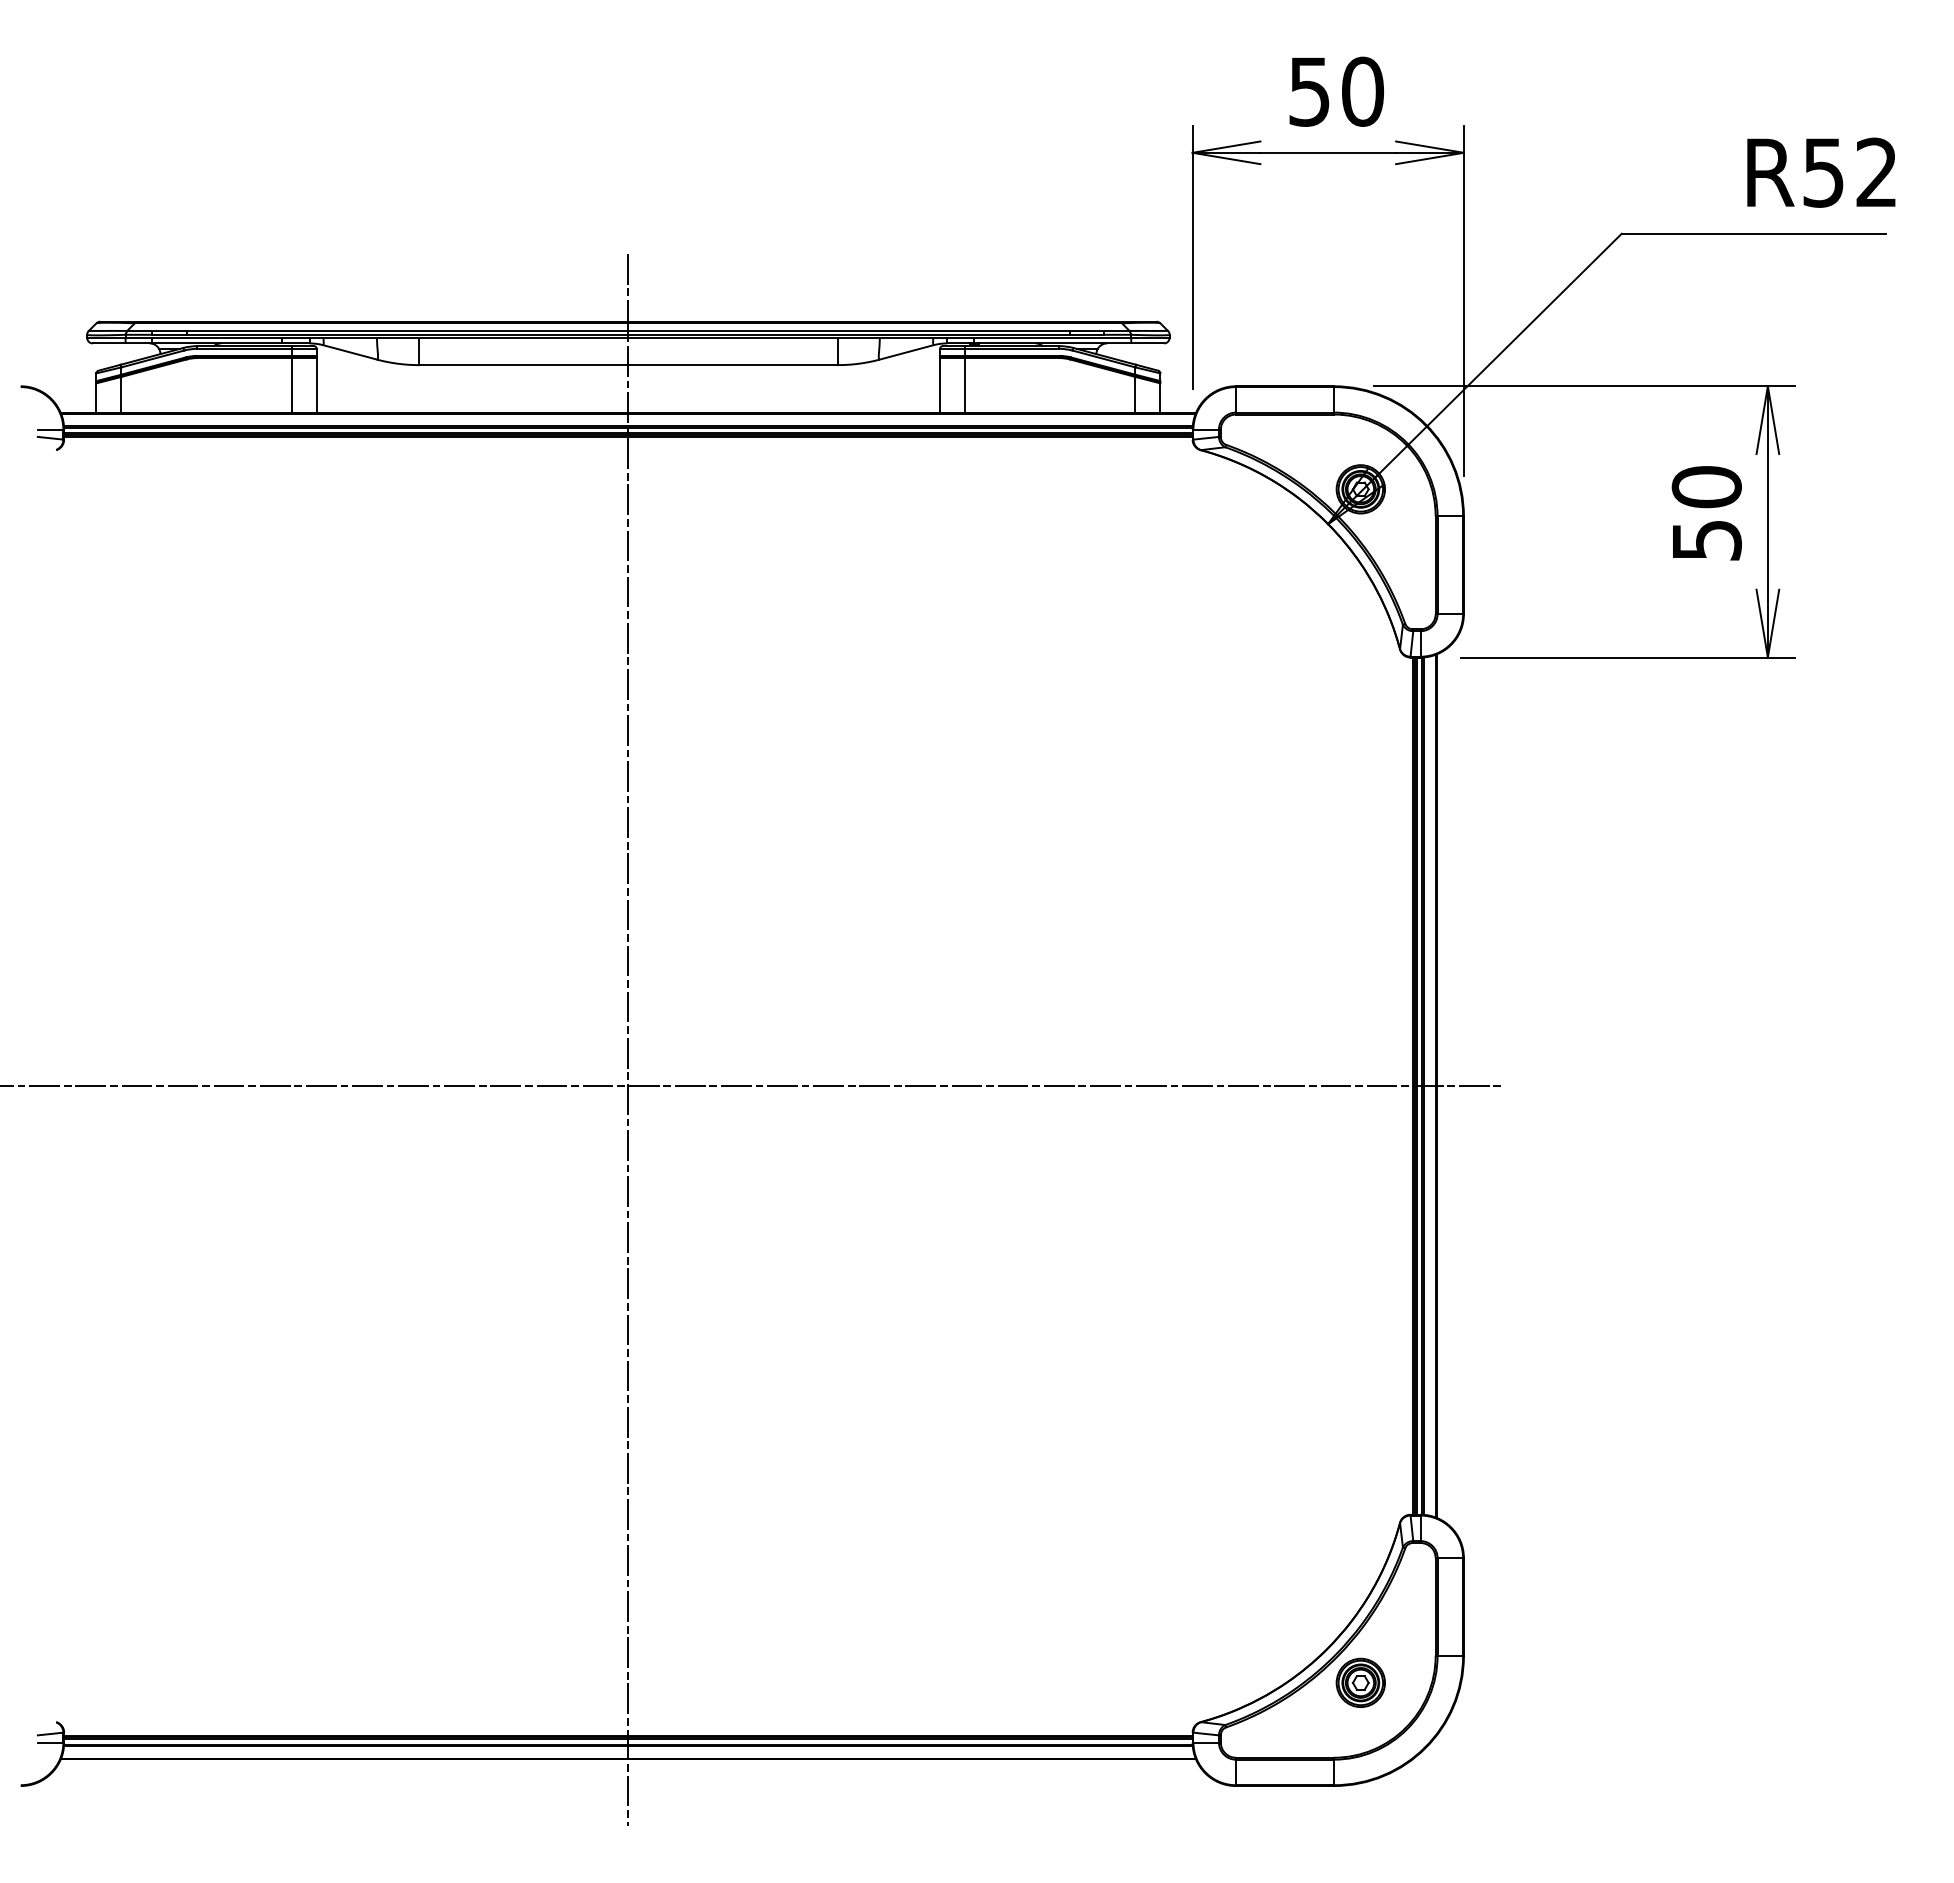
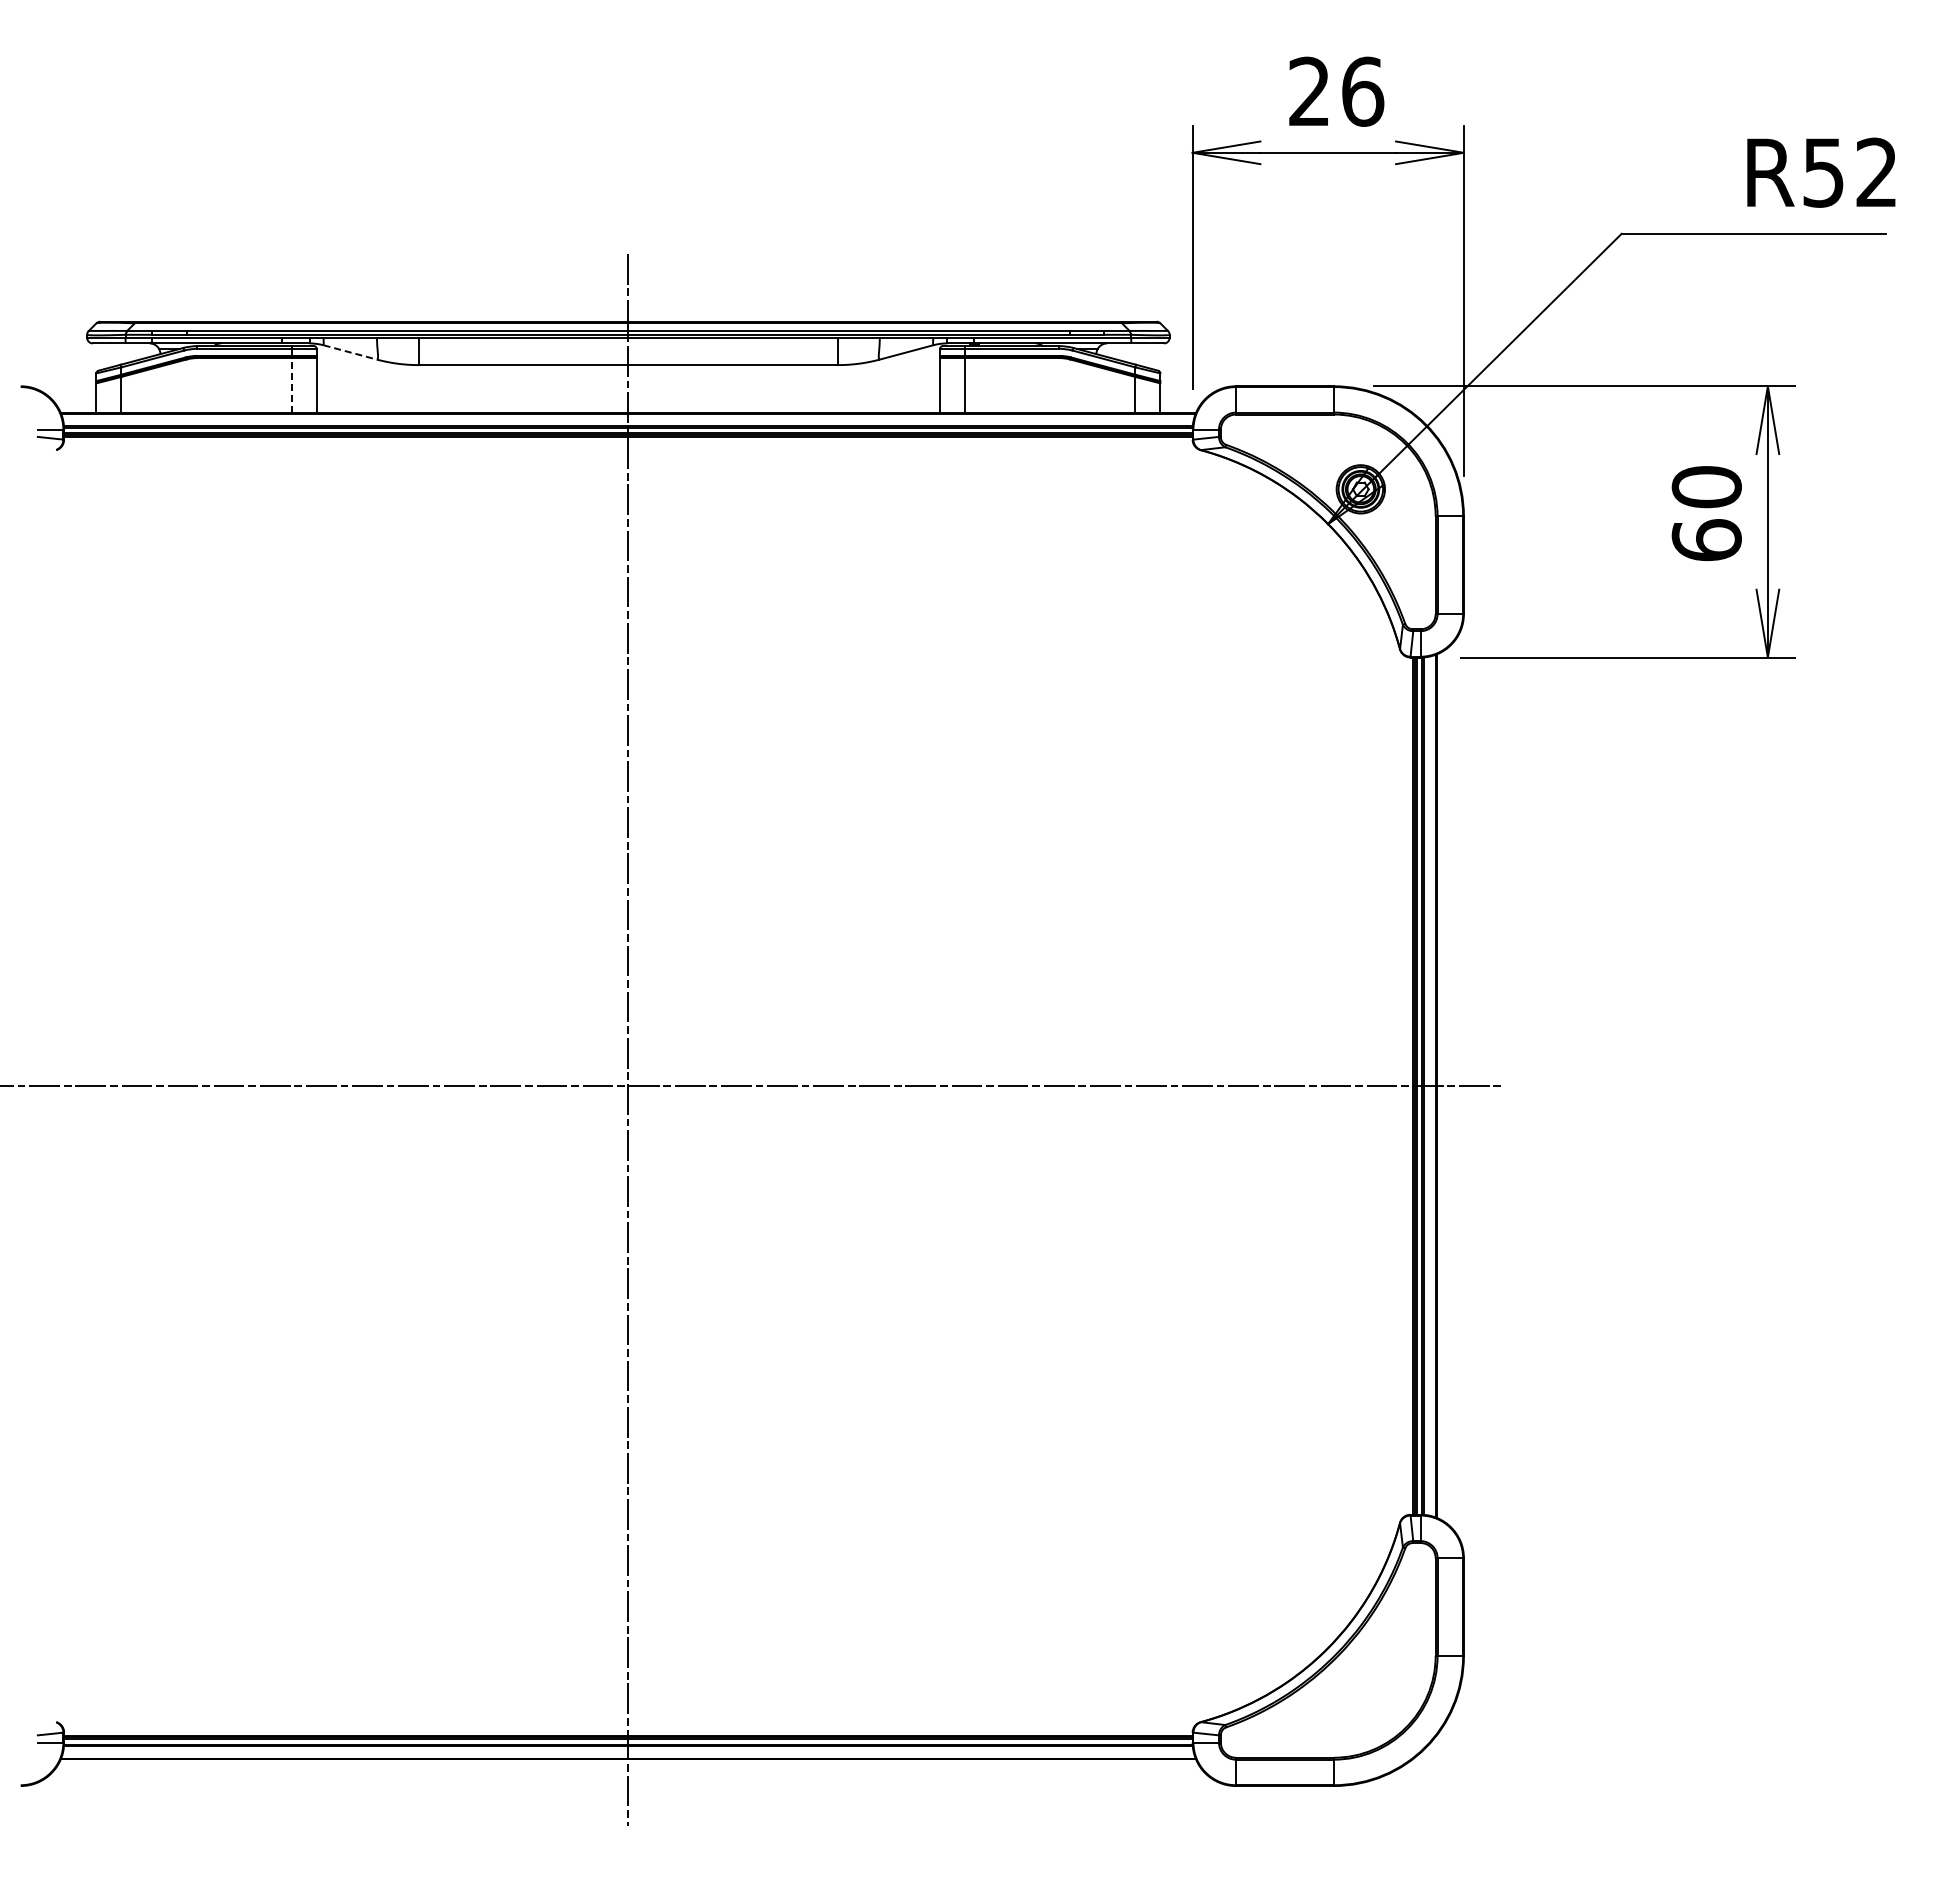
text at (1336, 91): 50 -> 26
line at (350, 352): solid -> dashed
line at (291, 385): solid -> dashed
text at (1706, 540): 50 -> 60
part at (1360, 1682): present -> none
